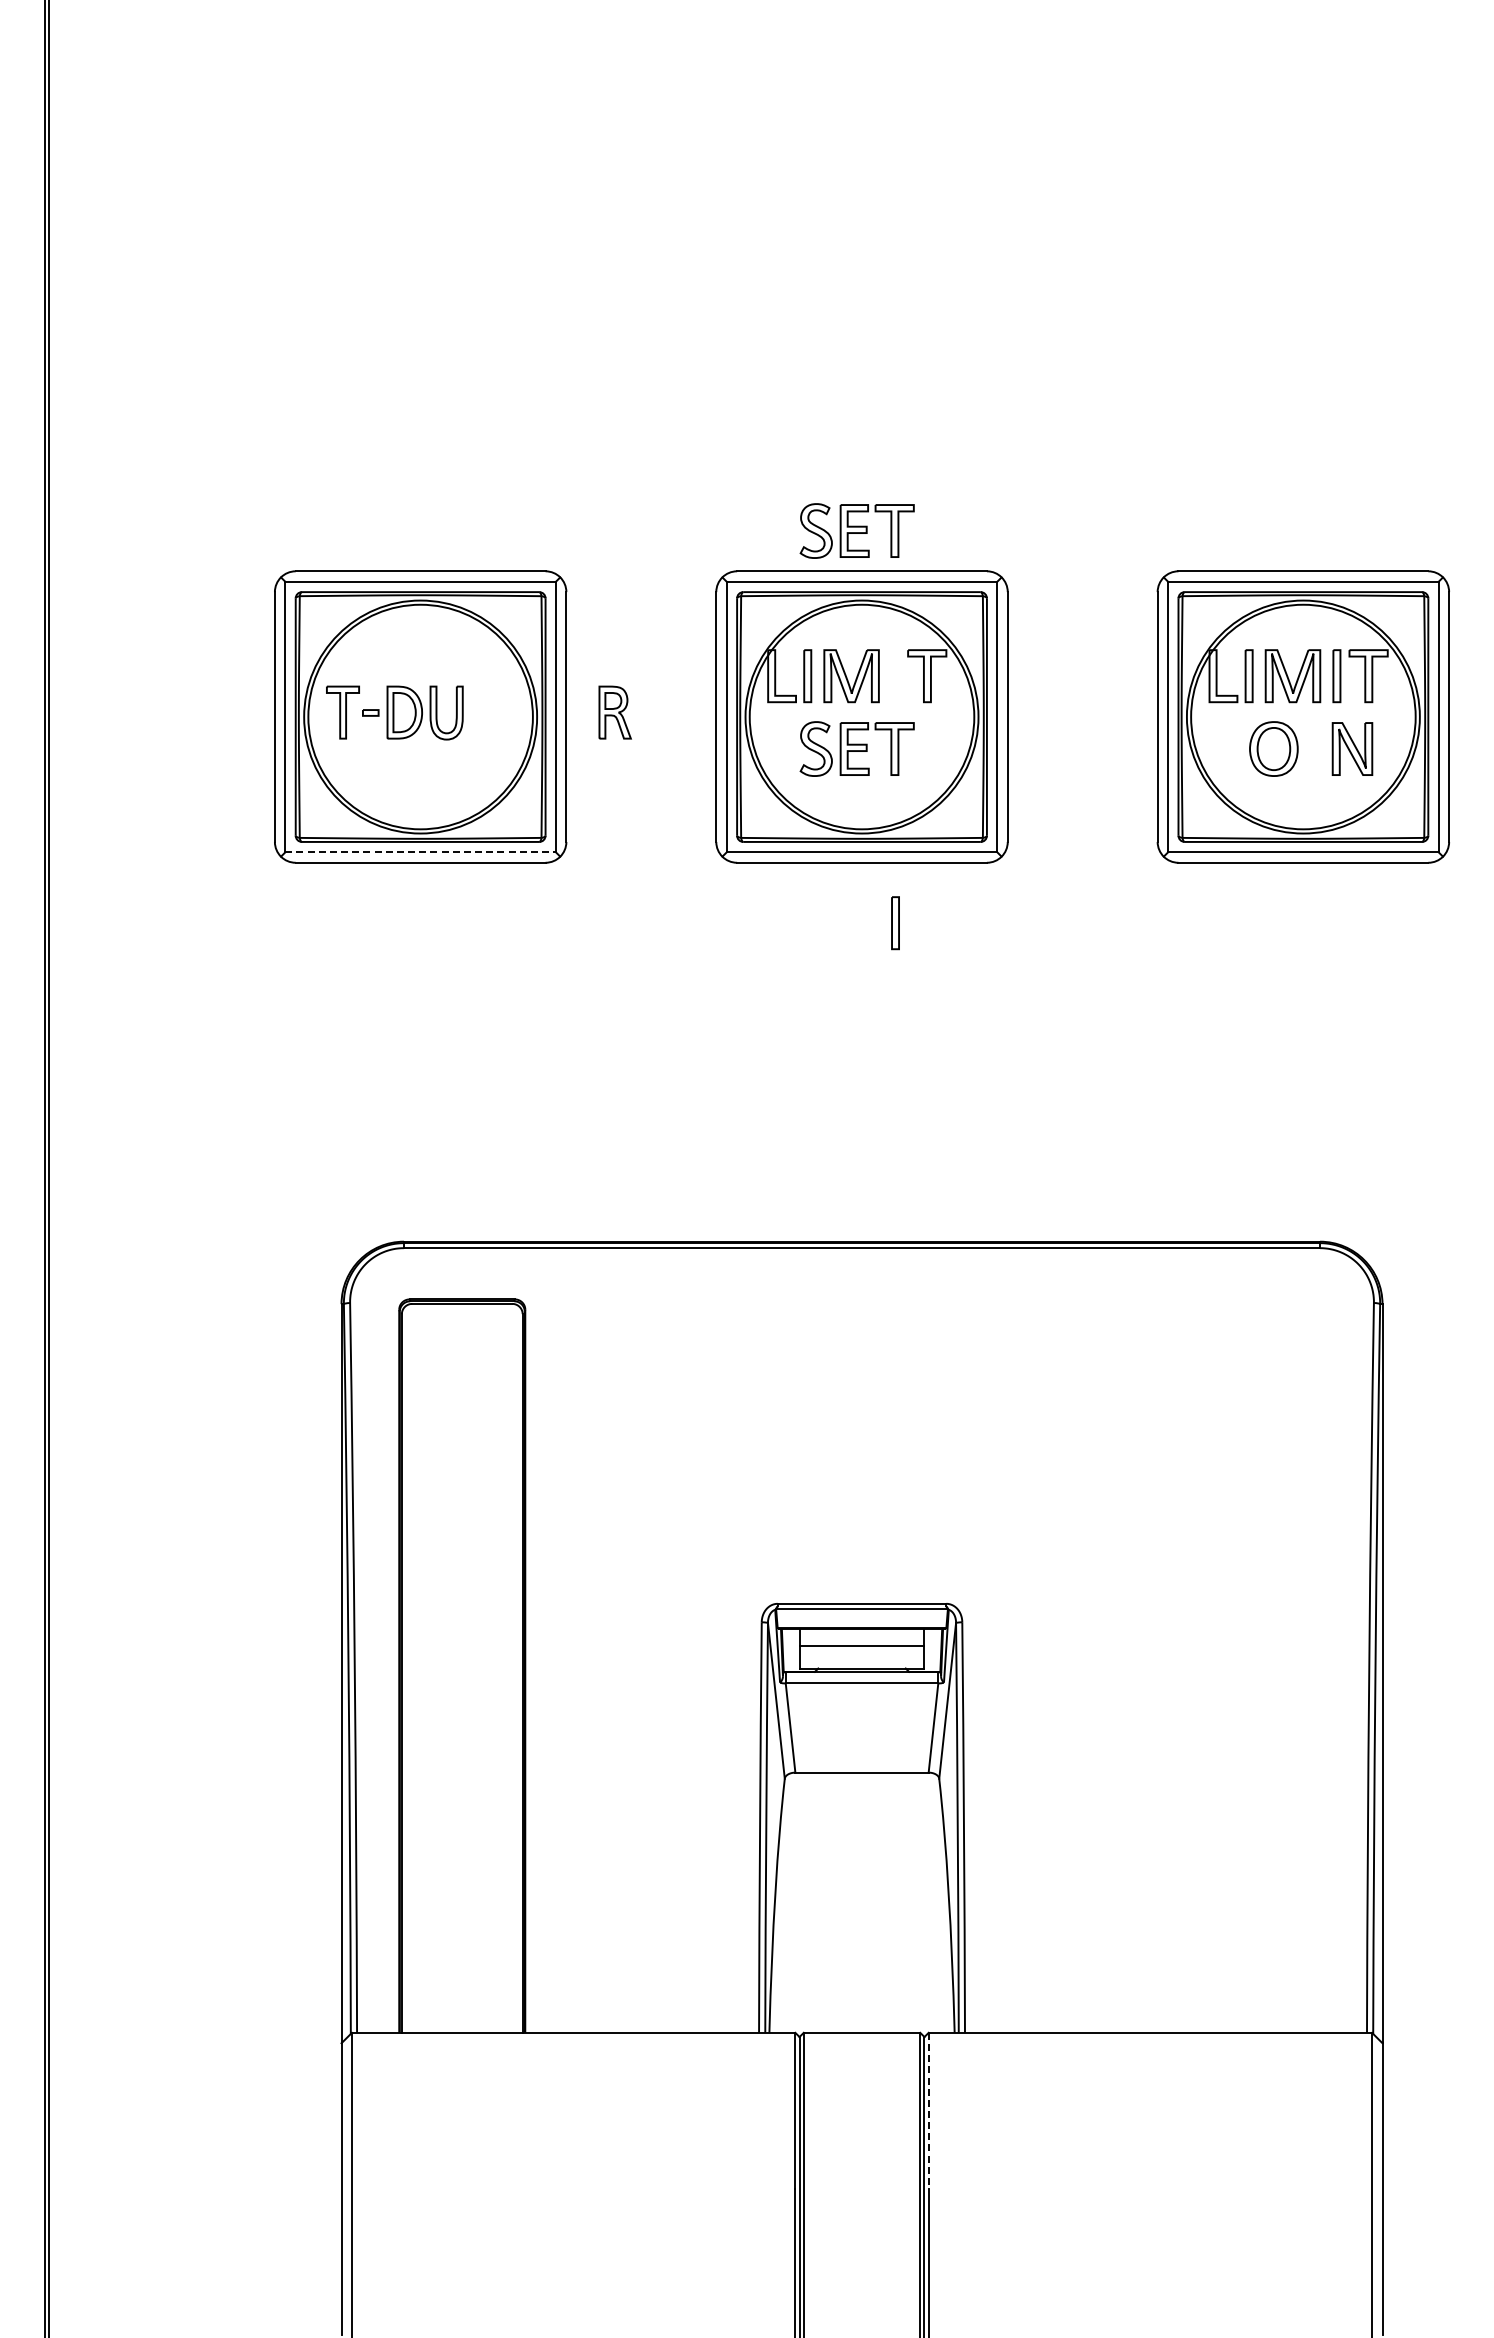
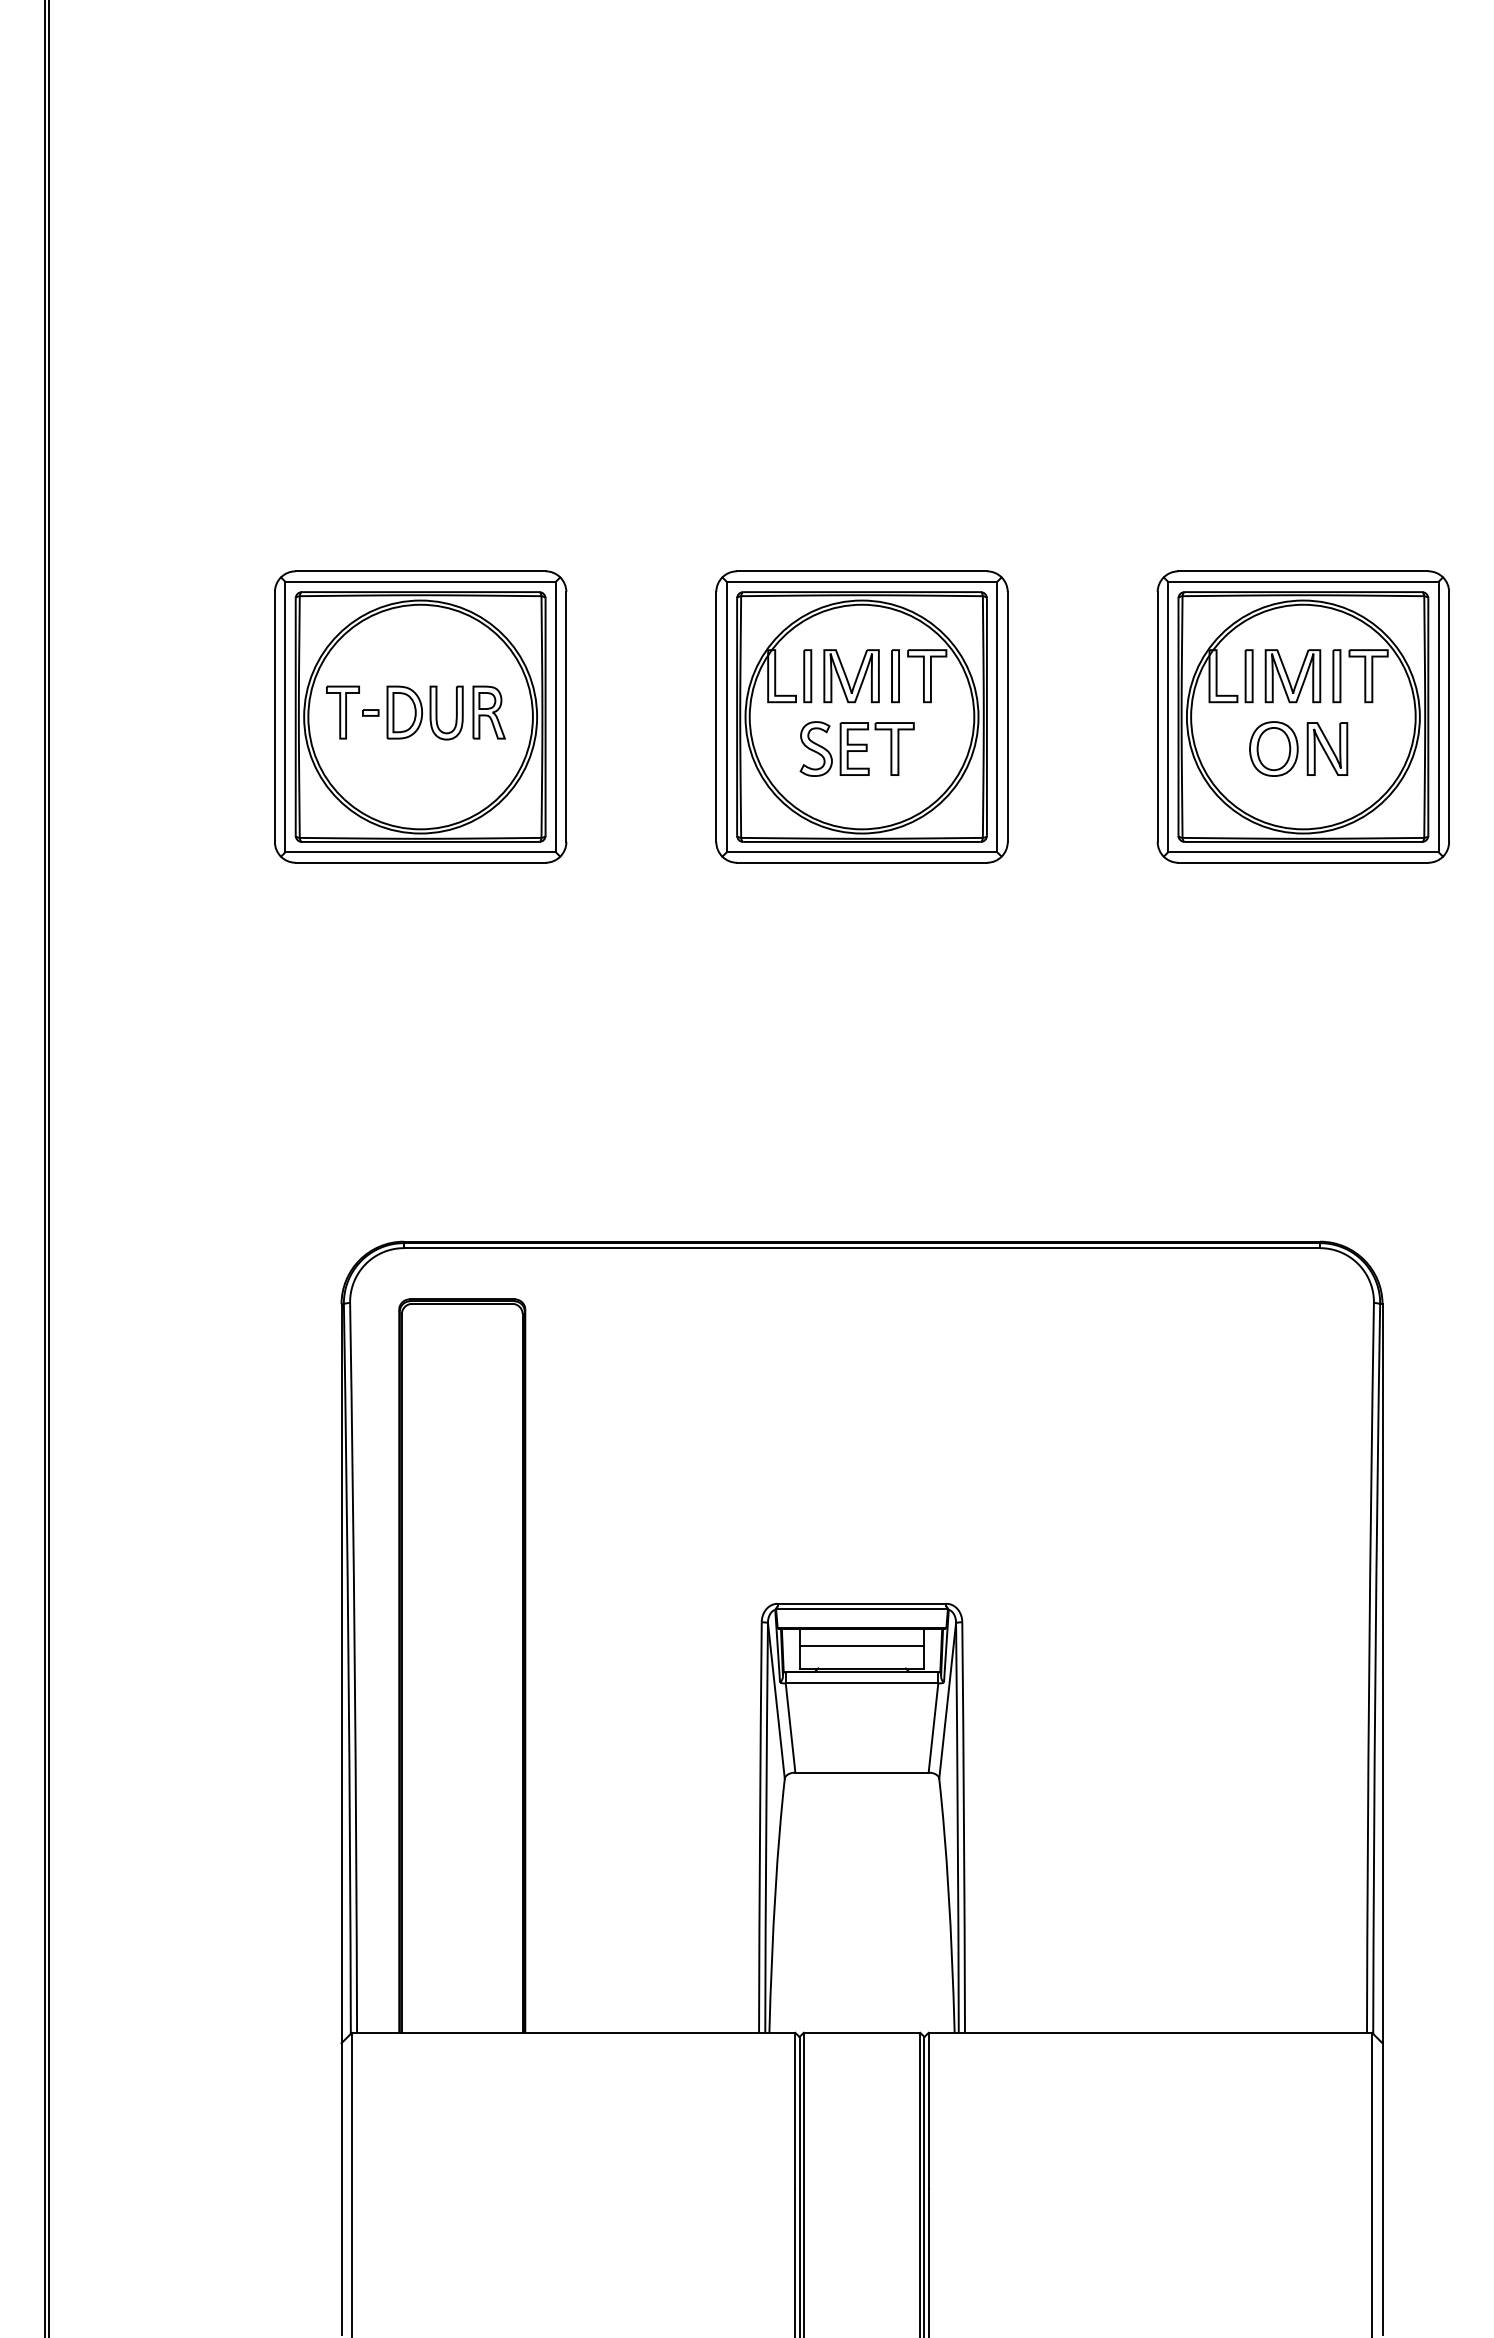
part at (856, 530): present -> none
part at (614, 712) position: (614, 712) -> (488, 712)
part at (1352, 748) position: (1352, 748) -> (1327, 748)
line at (421, 852): dashed -> solid
part at (895, 923) position: (895, 923) -> (895, 676)
line at (928, 2111): dashed -> solid
